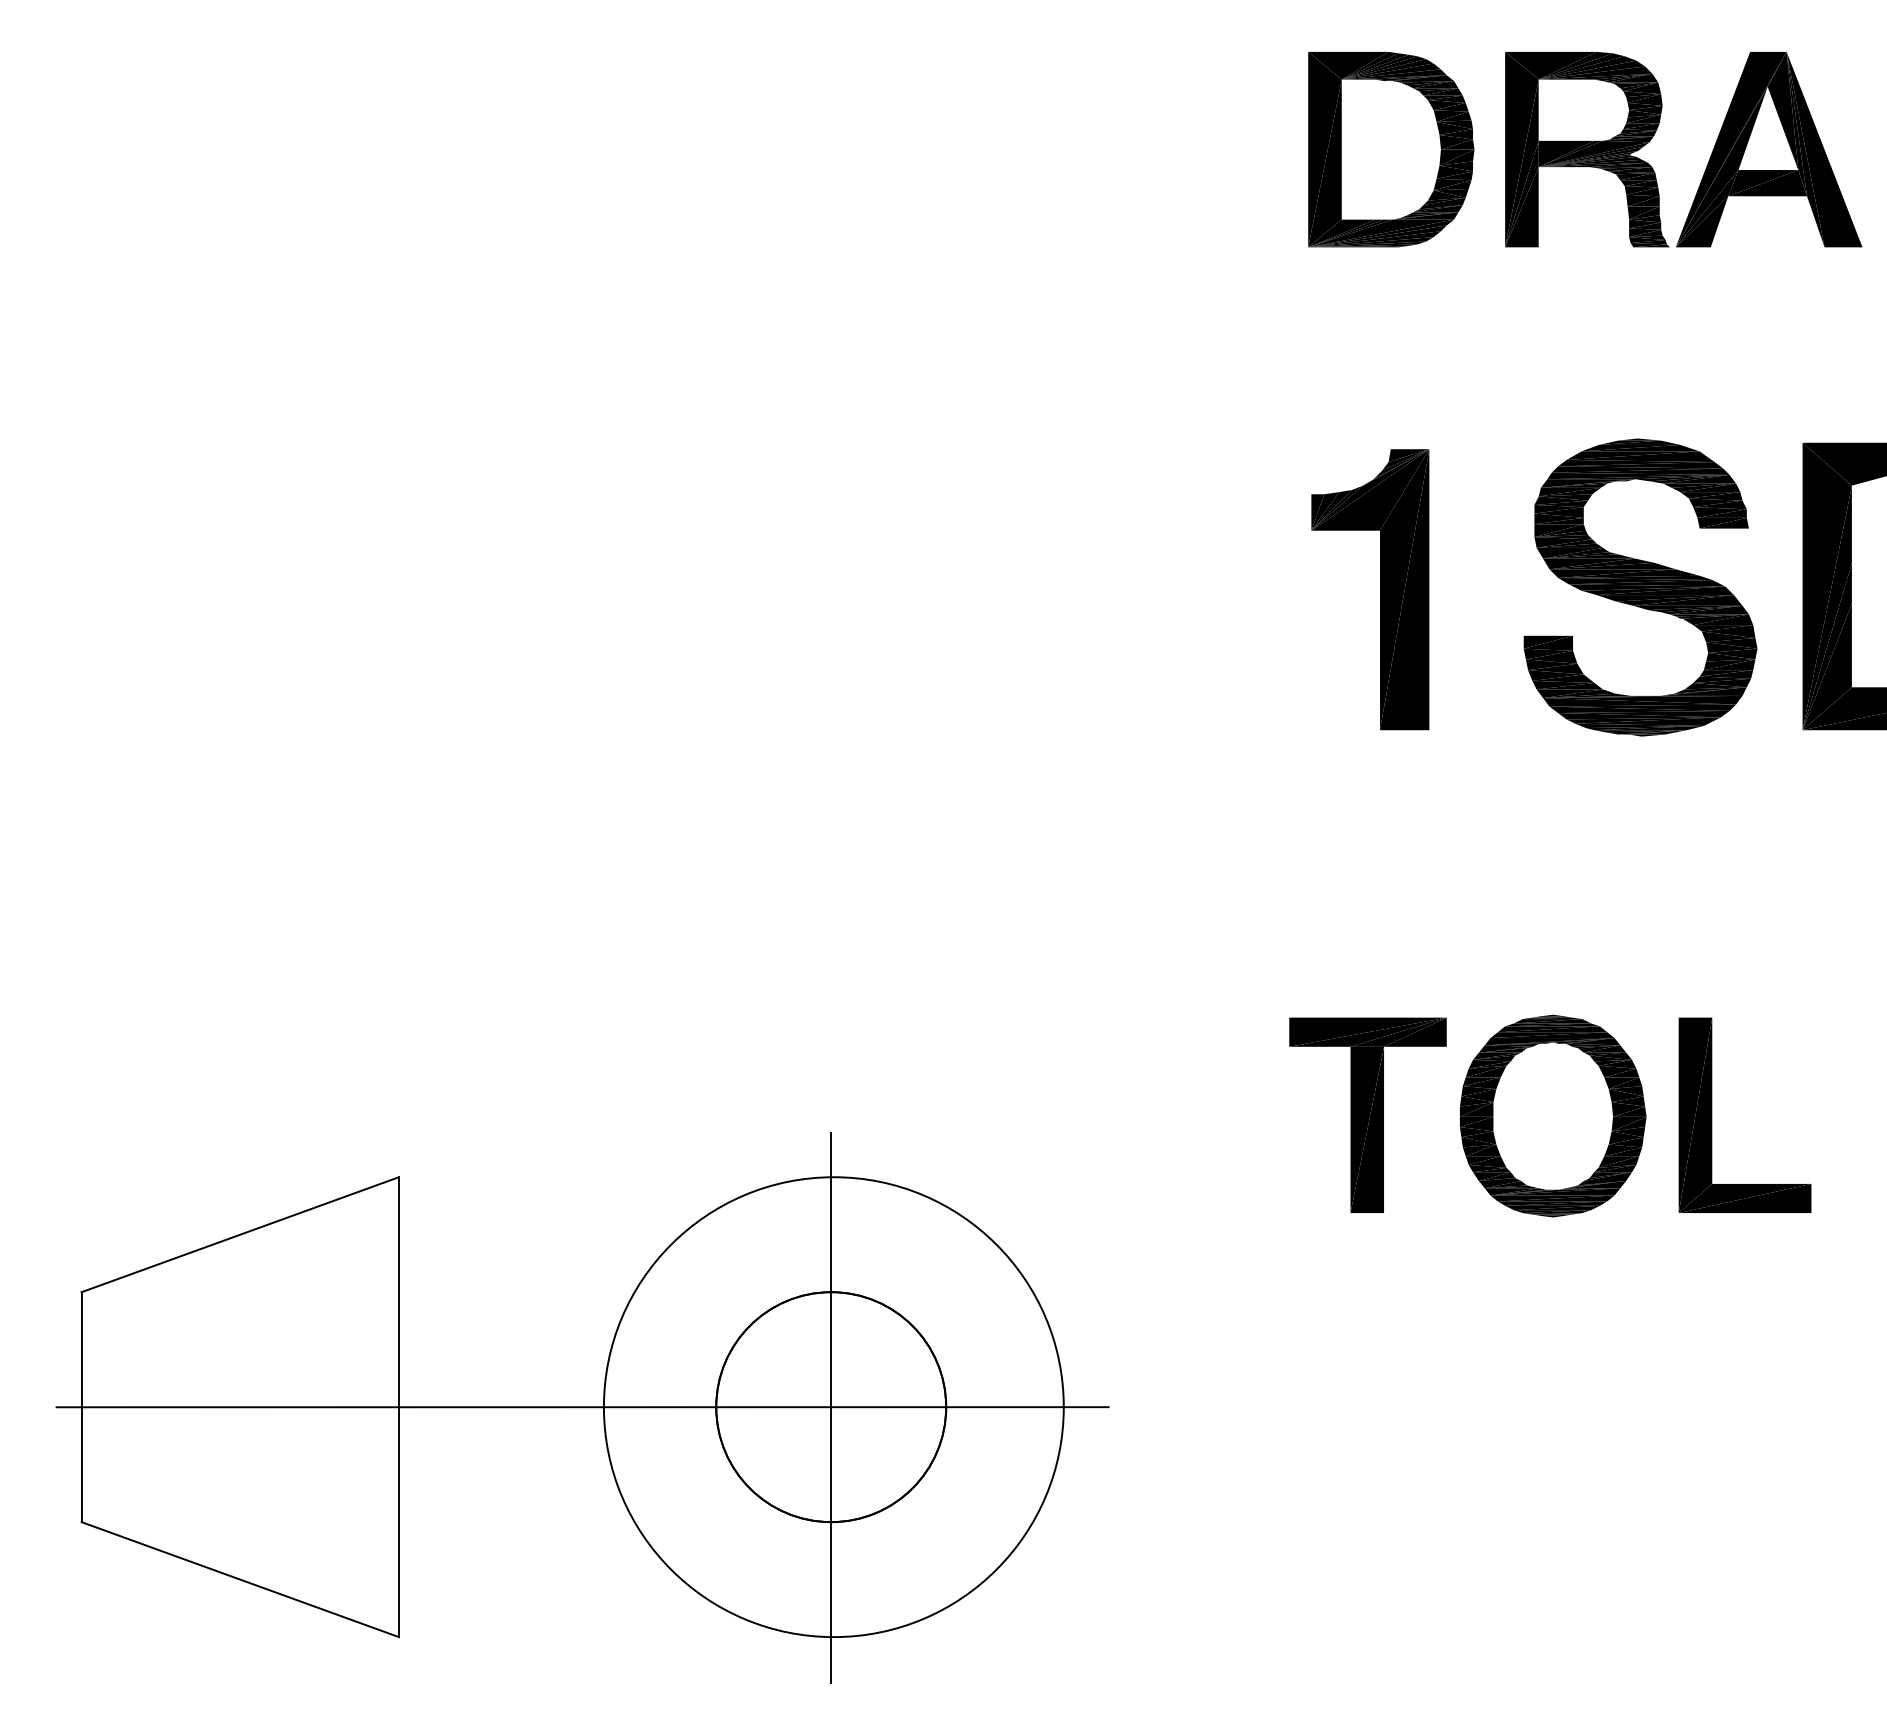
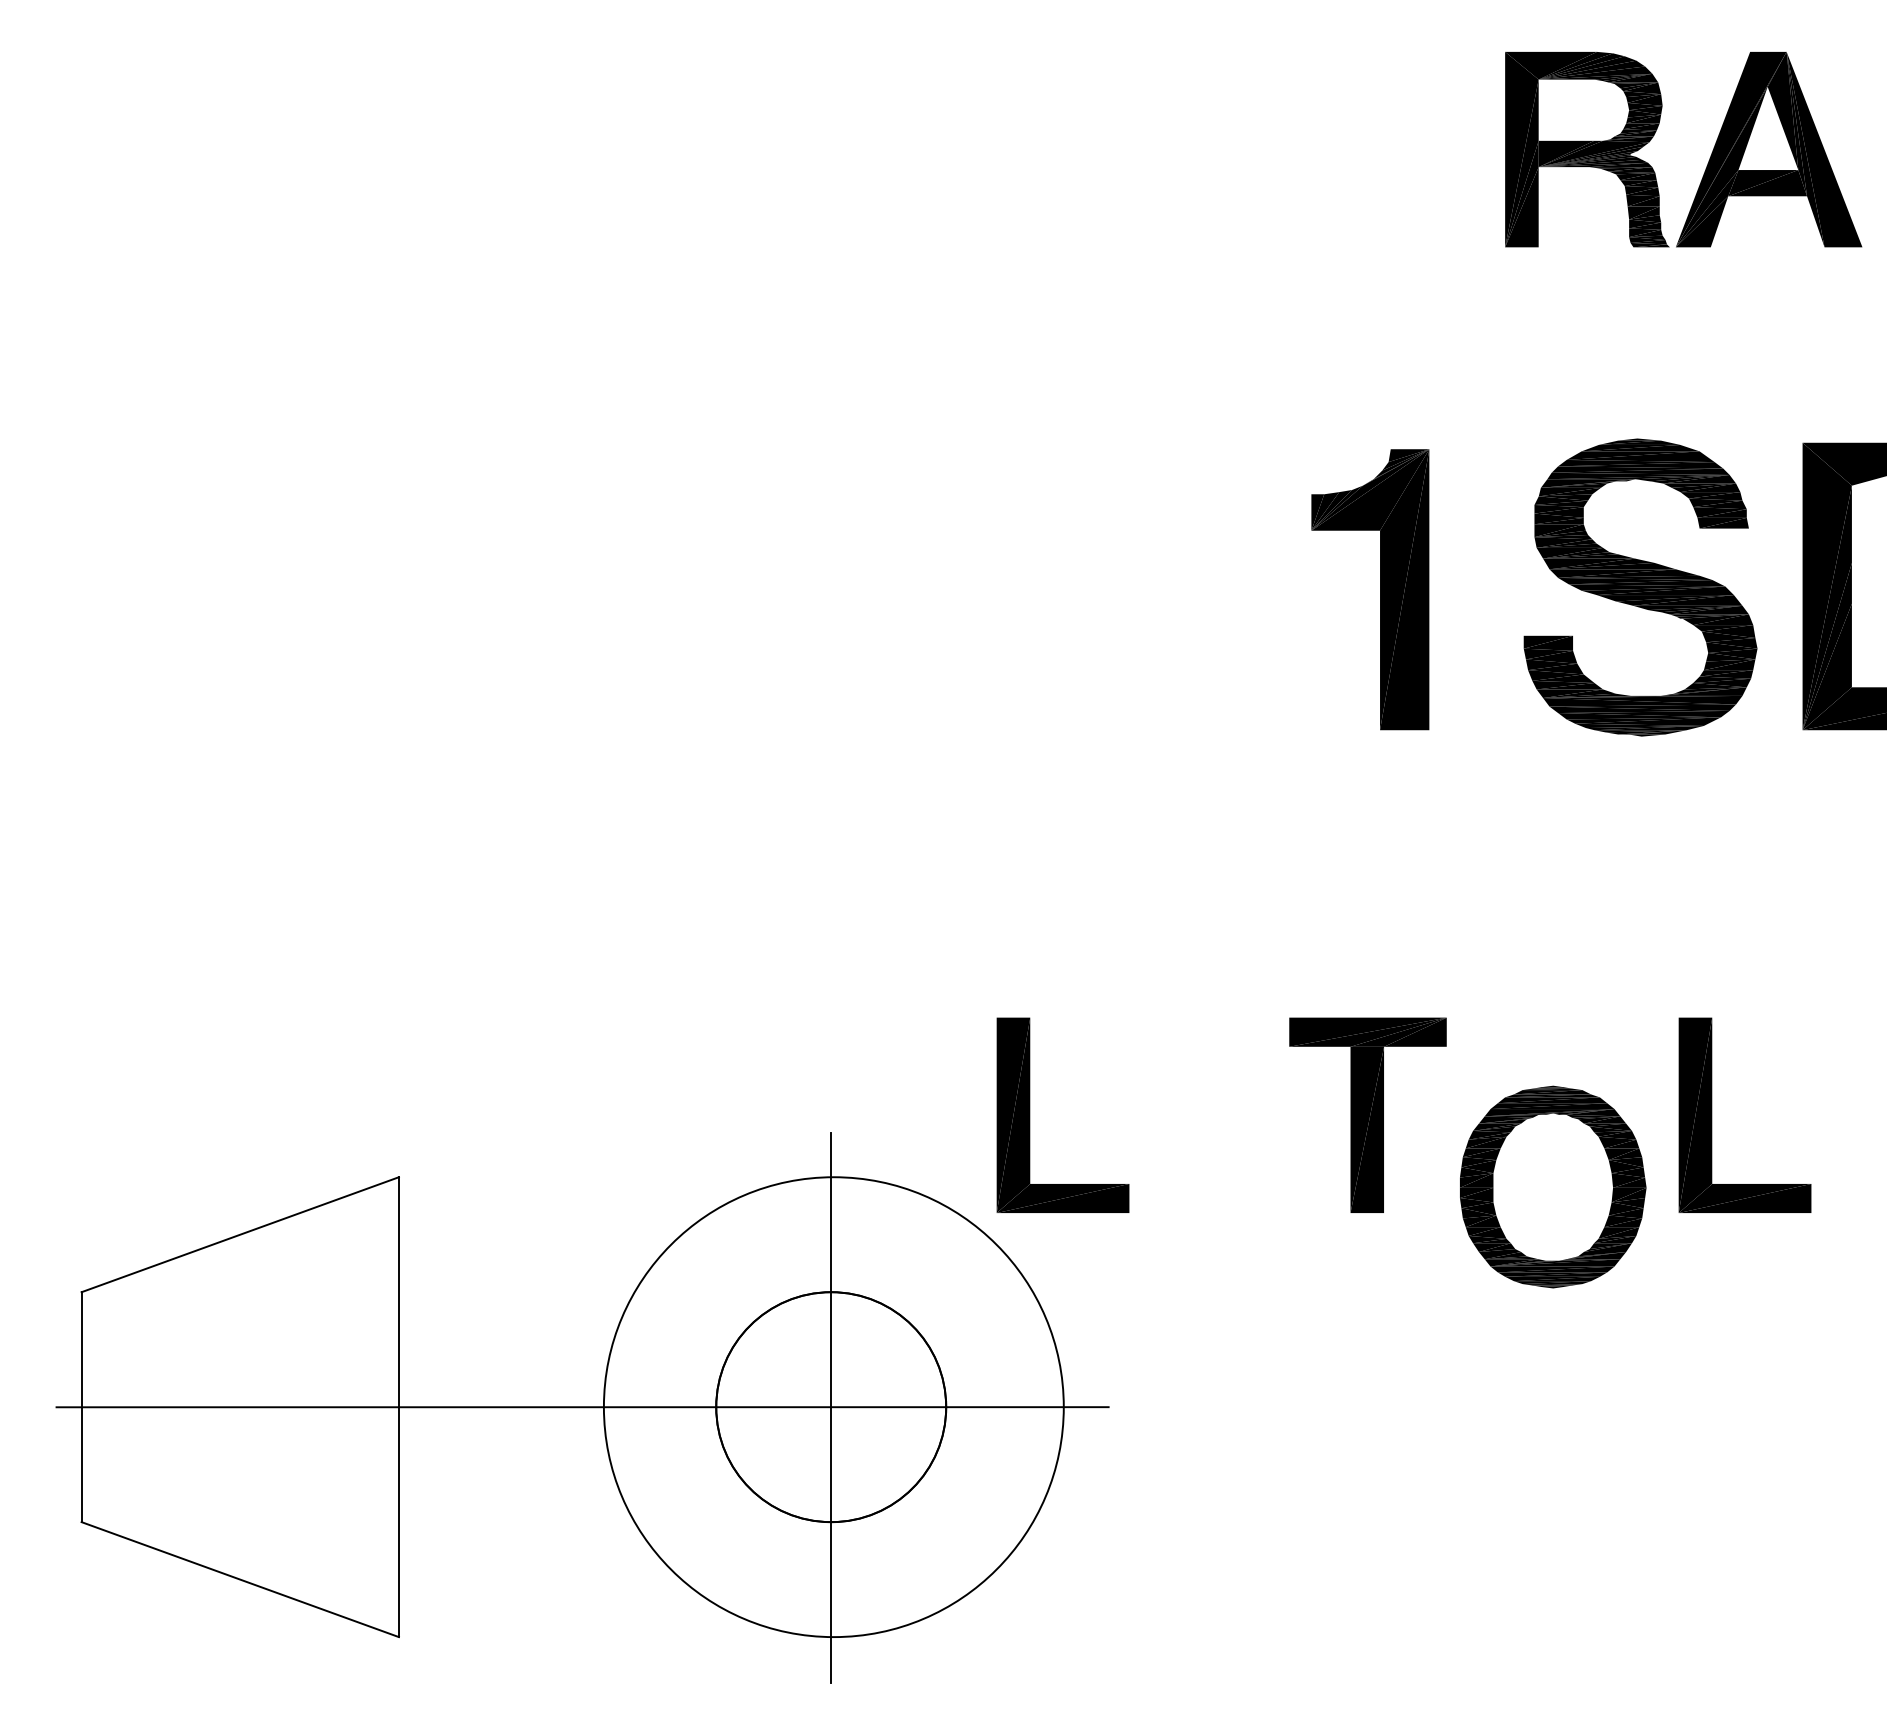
part at (1391, 149): present -> none
part at (1030, 1114): none -> present
part at (1553, 1115) position: (1553, 1115) -> (1553, 1186)
